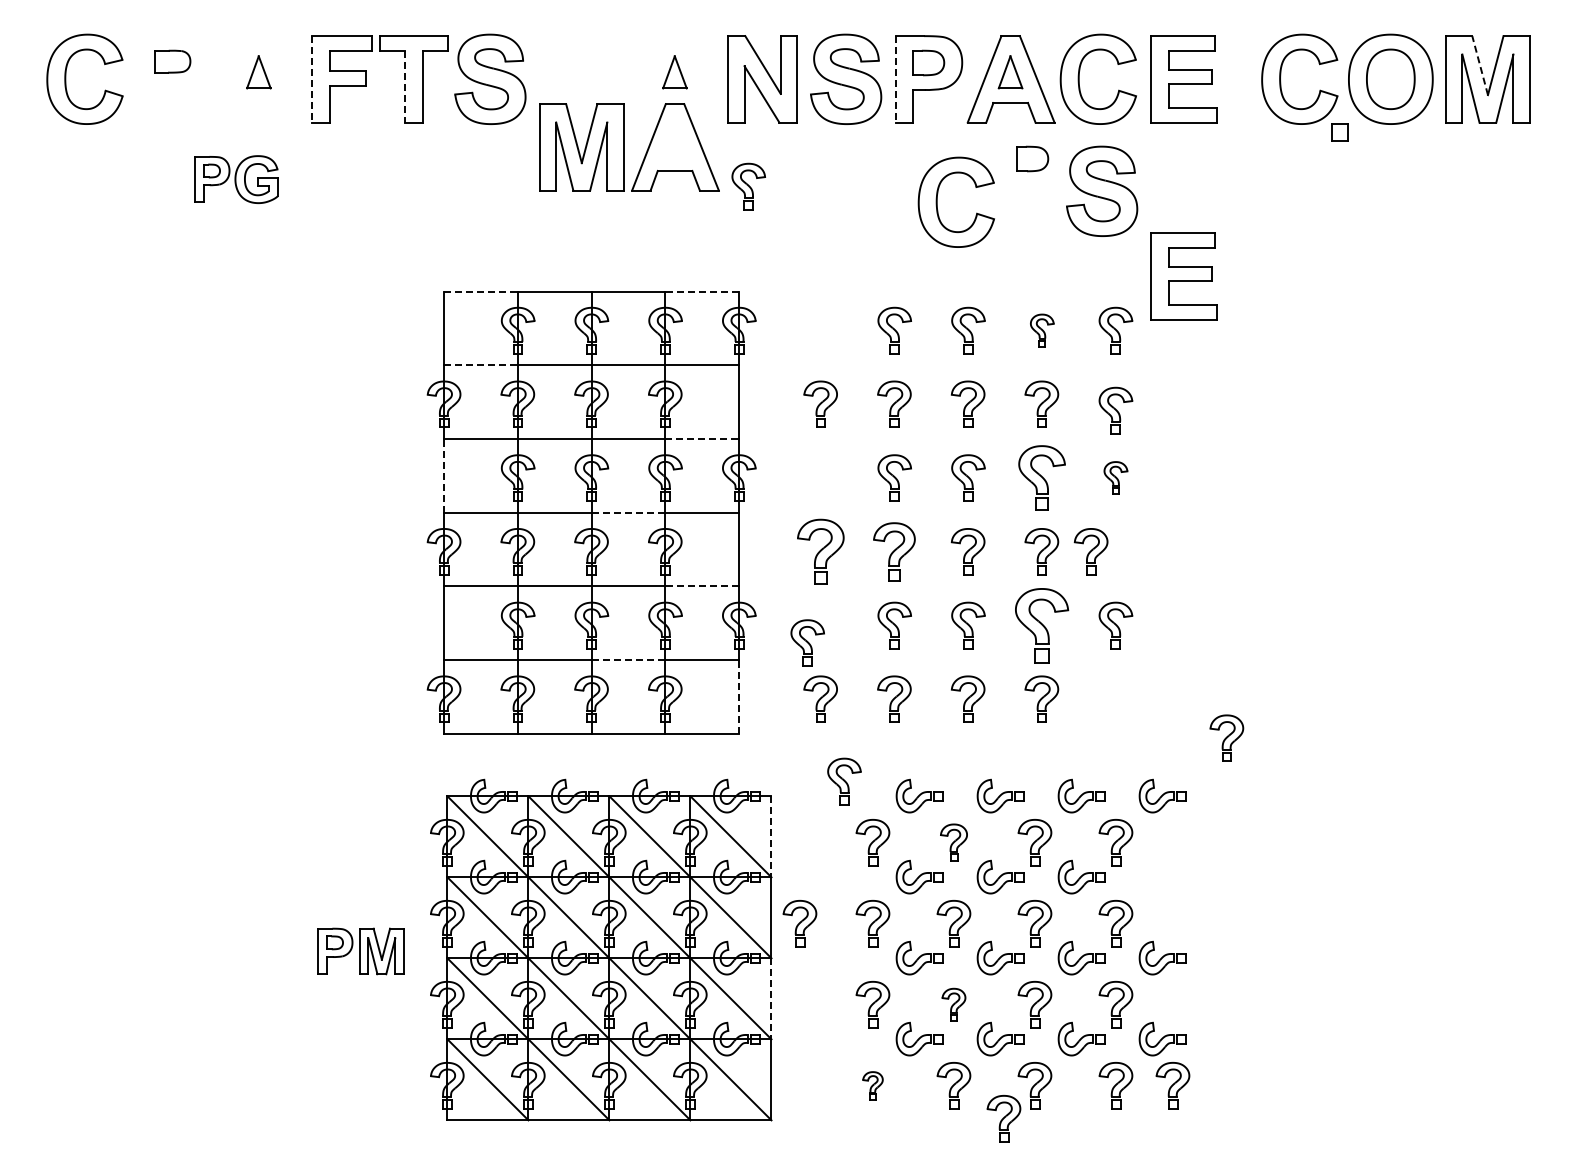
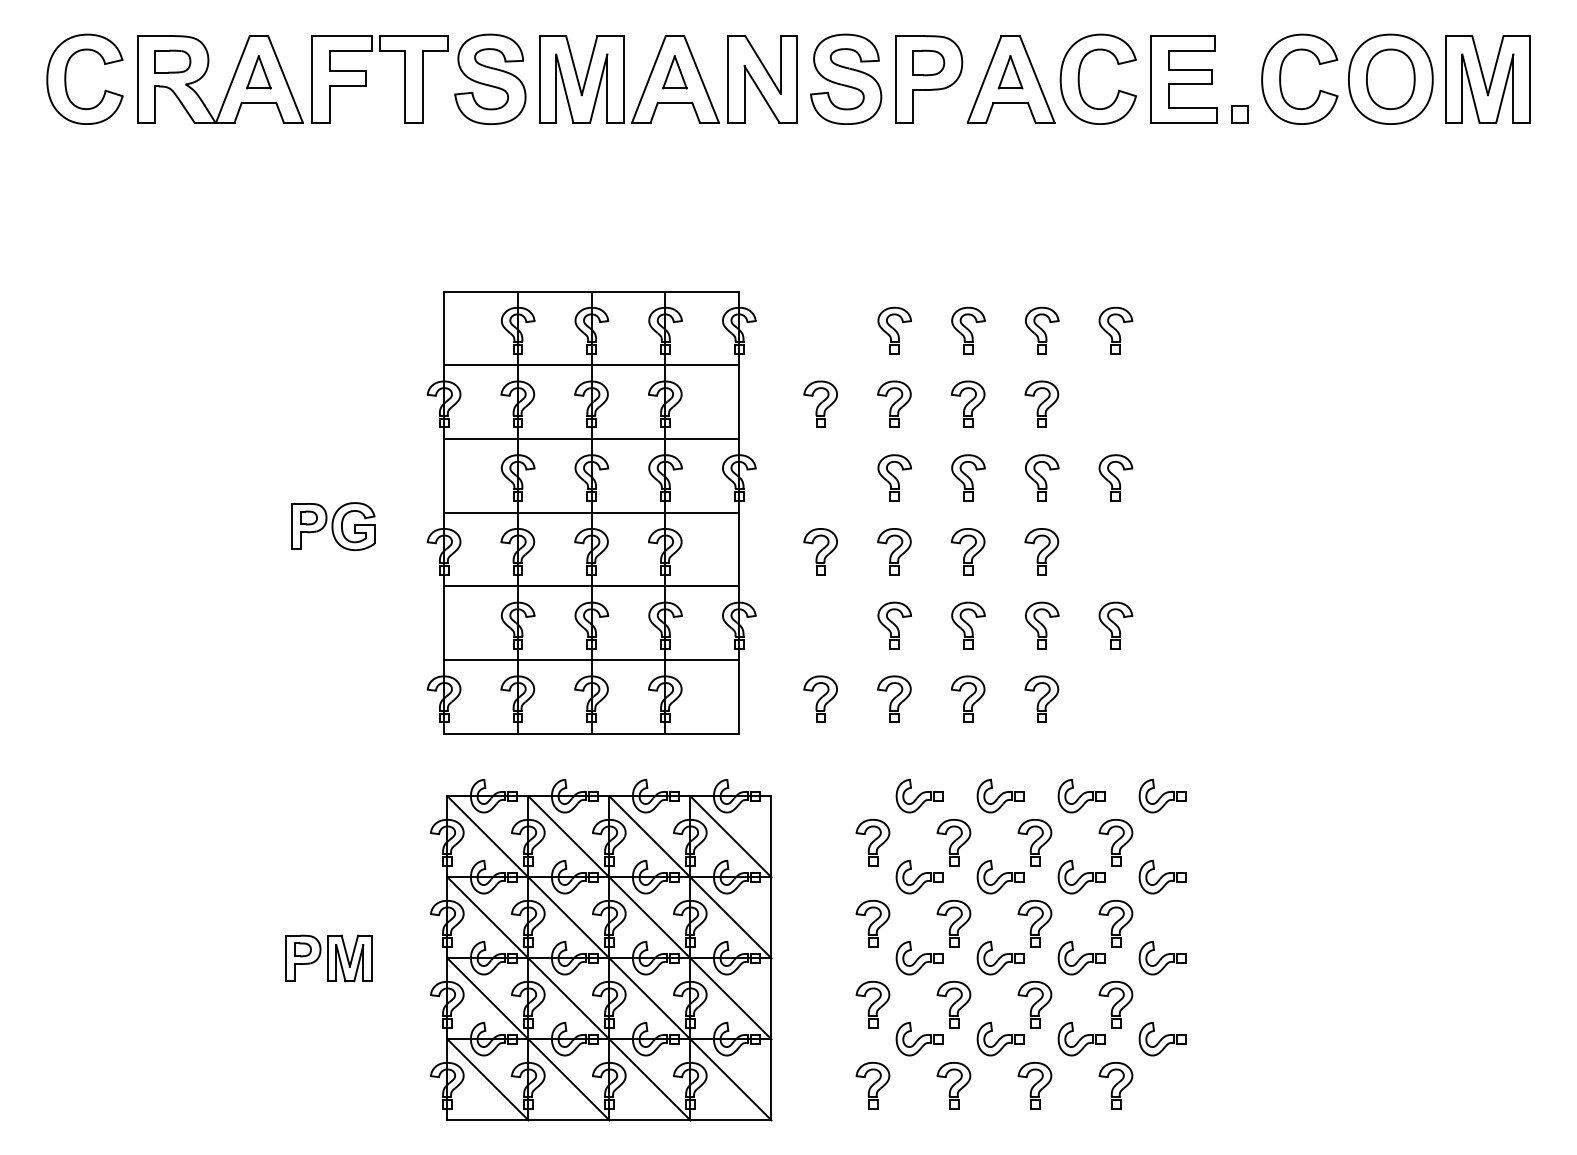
line at (1480, 65): dashed -> solid
line at (312, 79): dashed -> solid
line at (895, 79): dashed -> solid
part at (230, 82): none -> present
line at (405, 86): dashed -> solid
part at (1339, 132) position: (1339, 132) -> (1239, 114)
part at (629, 147) position: (629, 147) -> (629, 79)
part at (1032, 158): present -> none
part at (236, 179) position: (236, 179) -> (333, 526)
part at (748, 186): present -> none
part at (1102, 190): present -> none
part at (937, 201): present -> none
part at (1183, 276): present -> none
line at (481, 291): dashed -> solid
line at (702, 291): dashed -> solid
part at (1042, 330) size: 25x35 px -> 35x49 px
line at (481, 365): dashed -> solid
part at (1115, 410): present -> none
line at (702, 439): dashed -> solid
line at (444, 475): dashed -> solid
part at (1041, 477) size: 48x66 px -> 35x48 px
part at (1115, 477) size: 26x34 px -> 36x48 px
line at (628, 512): dashed -> solid
part at (820, 551) size: 48x67 px -> 35x48 px
part at (894, 551) size: 43x60 px -> 35x48 px
part at (1090, 551): present -> none
line at (702, 586): dashed -> solid
part at (1042, 625) size: 55x76 px -> 35x49 px
part at (807, 642): present -> none
line at (628, 660): dashed -> solid
line at (739, 697): dashed -> solid
part at (1226, 737): present -> none
part at (844, 781): present -> none
line at (771, 836): dashed -> solid
part at (953, 842) size: 28x39 px -> 36x48 px
part at (1162, 876): none -> present
part at (799, 923): present -> none
part at (360, 951) position: (360, 951) -> (328, 958)
line at (771, 998): dashed -> solid
part at (953, 1004) size: 26x35 px -> 36x48 px
part at (872, 1085) size: 22x30 px -> 36x48 px
part at (1172, 1085): present -> none
part at (1003, 1118): present -> none
